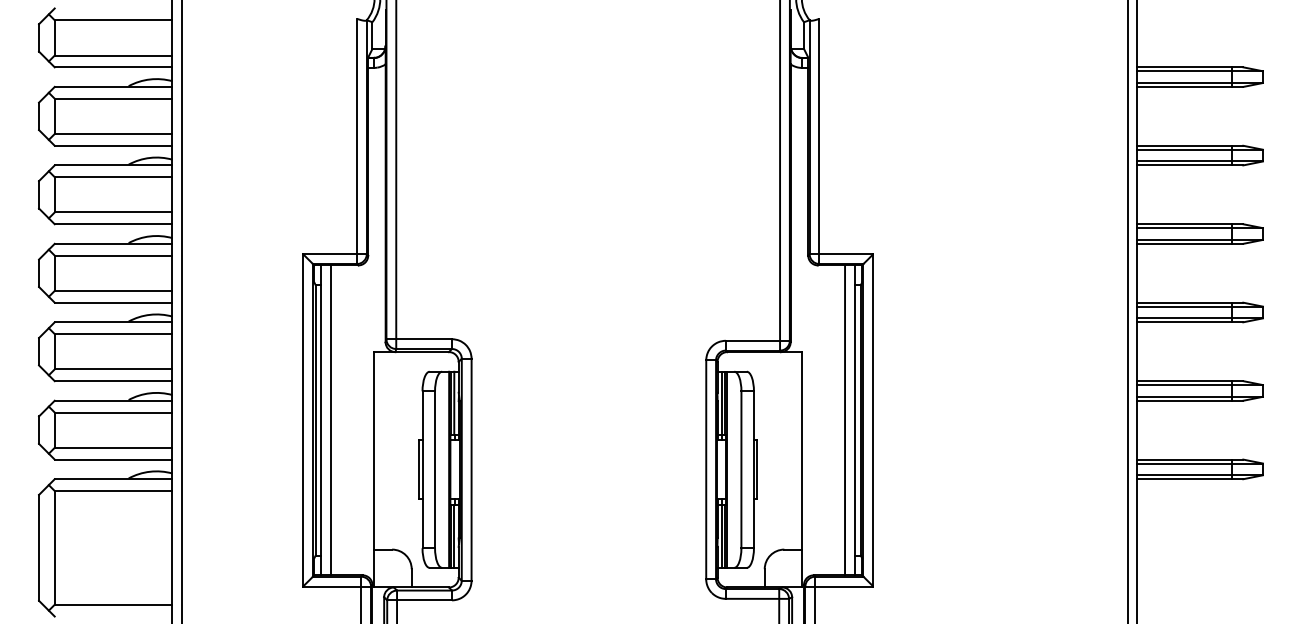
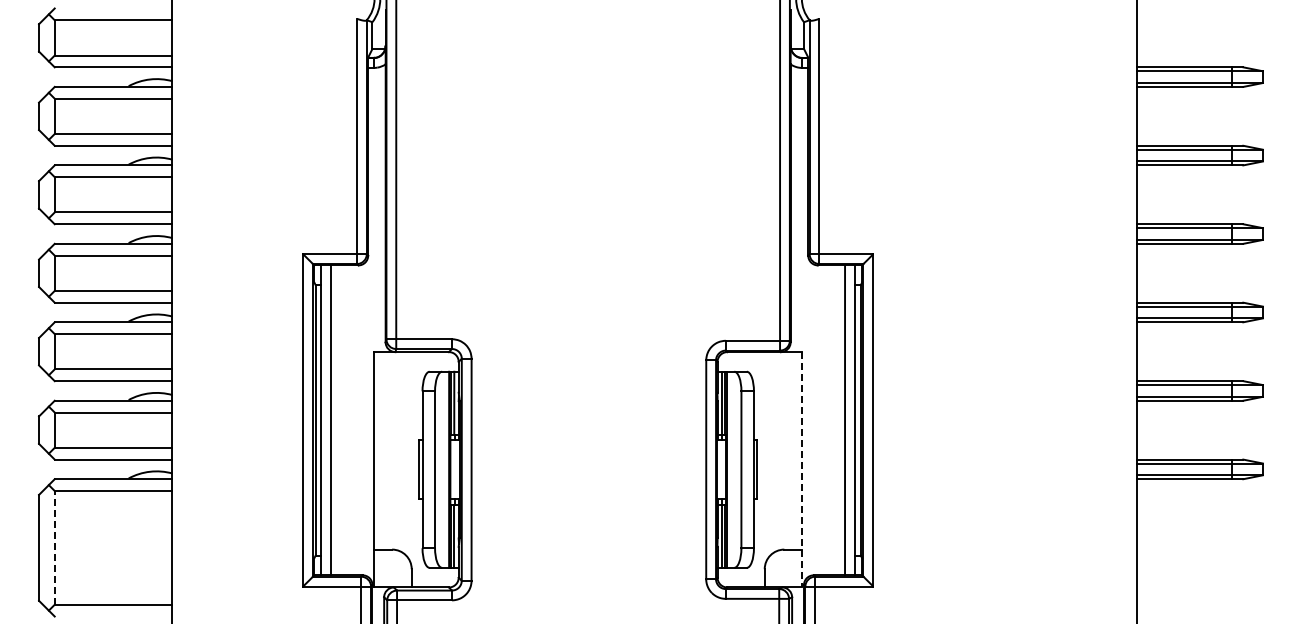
line at (182, 311): present -> none
line at (1127, 311): present -> none
line at (801, 469): solid -> dashed
line at (54, 547): solid -> dashed
